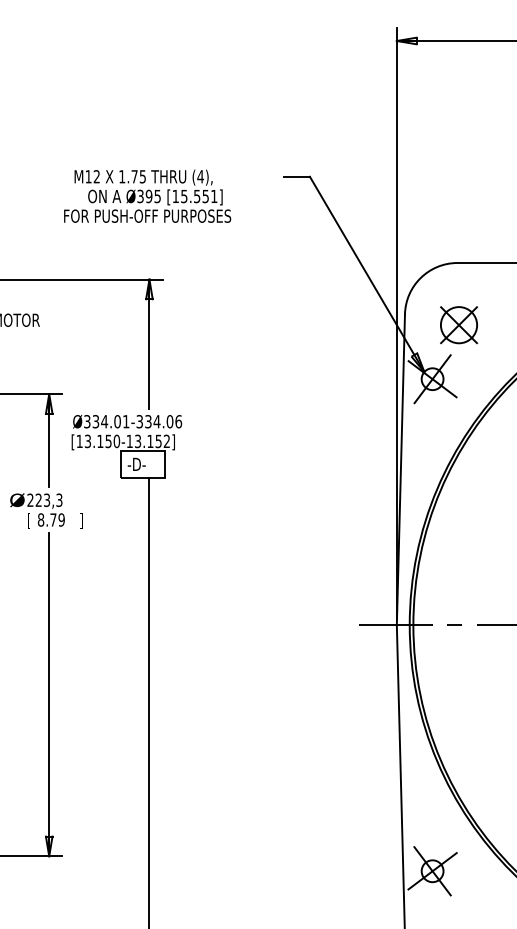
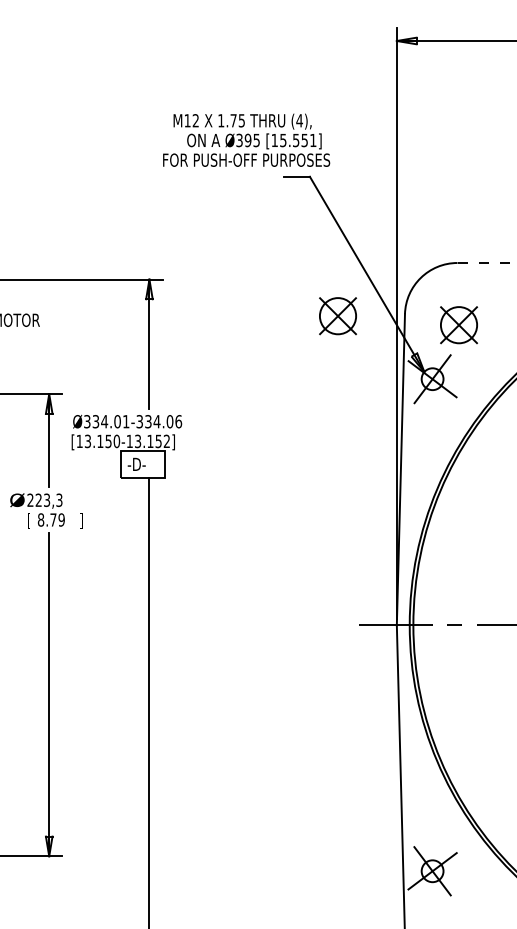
text at (147, 195) position: (147, 195) -> (246, 139)
line at (487, 263): solid -> dashed
part at (338, 316): none -> present
